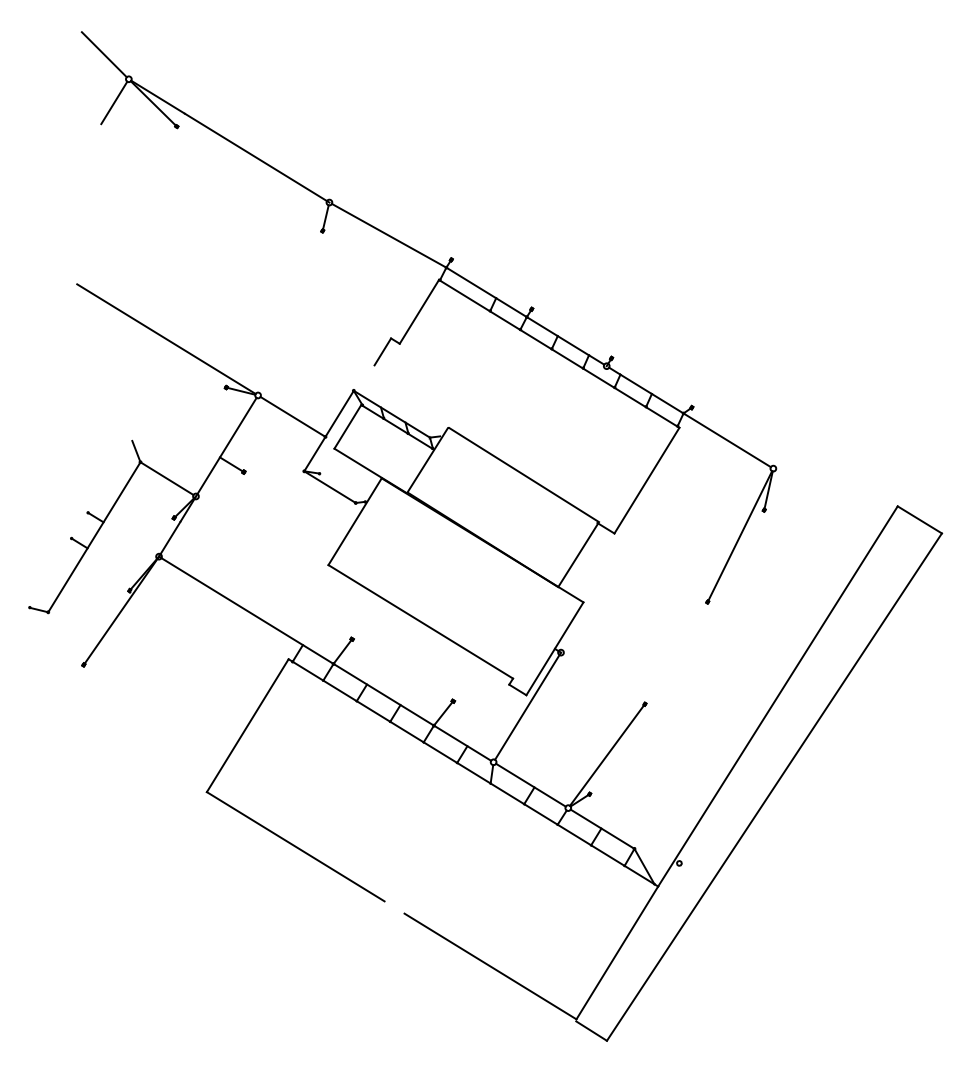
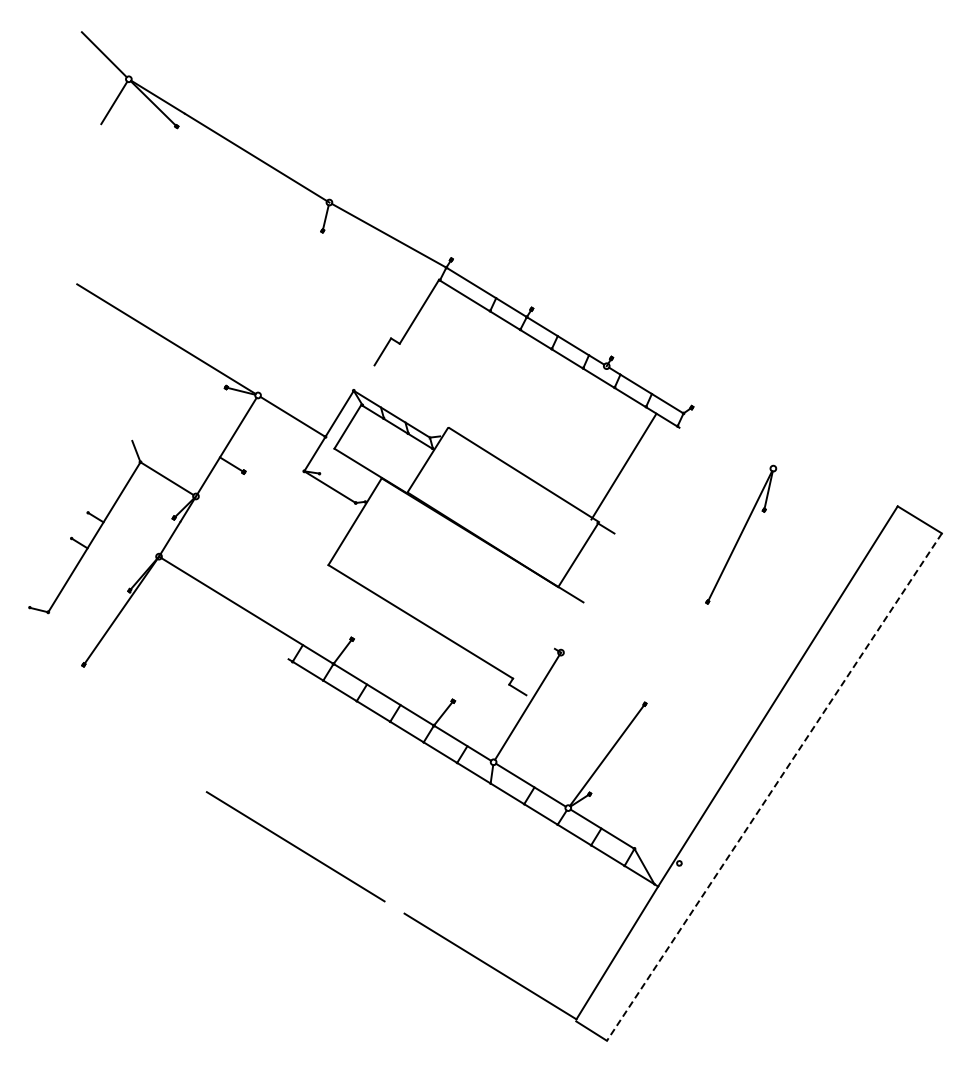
line at (726, 440): present -> none
line at (646, 480) position: (646, 480) -> (623, 466)
line at (554, 648): present -> none
line at (247, 725): present -> none
line at (774, 787): solid -> dashed
